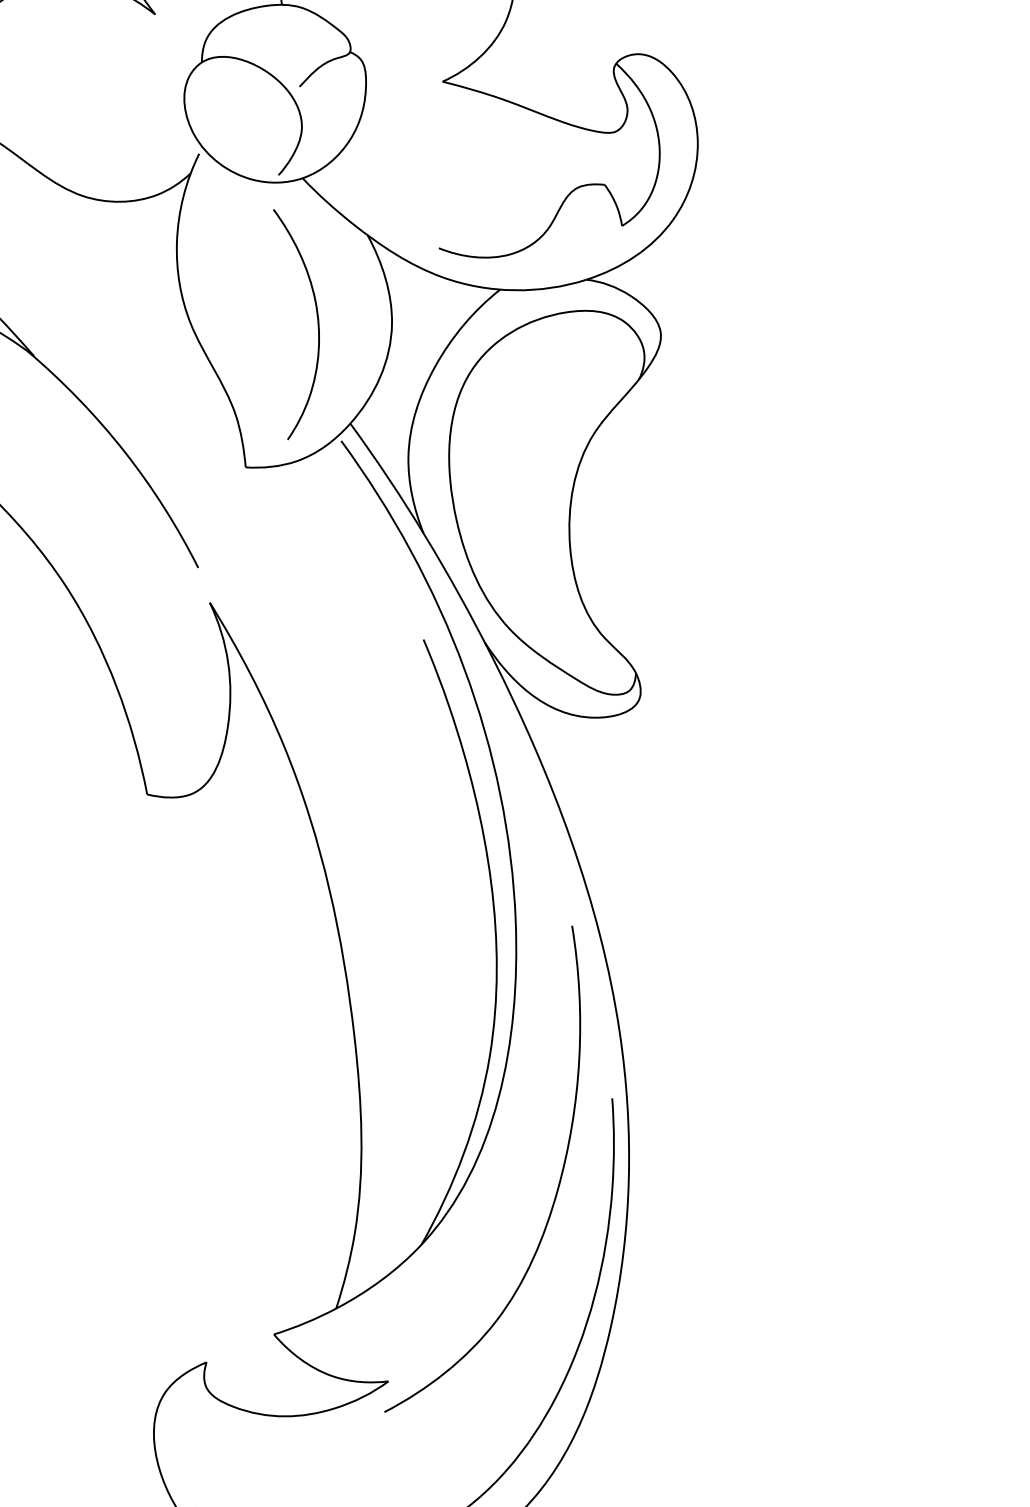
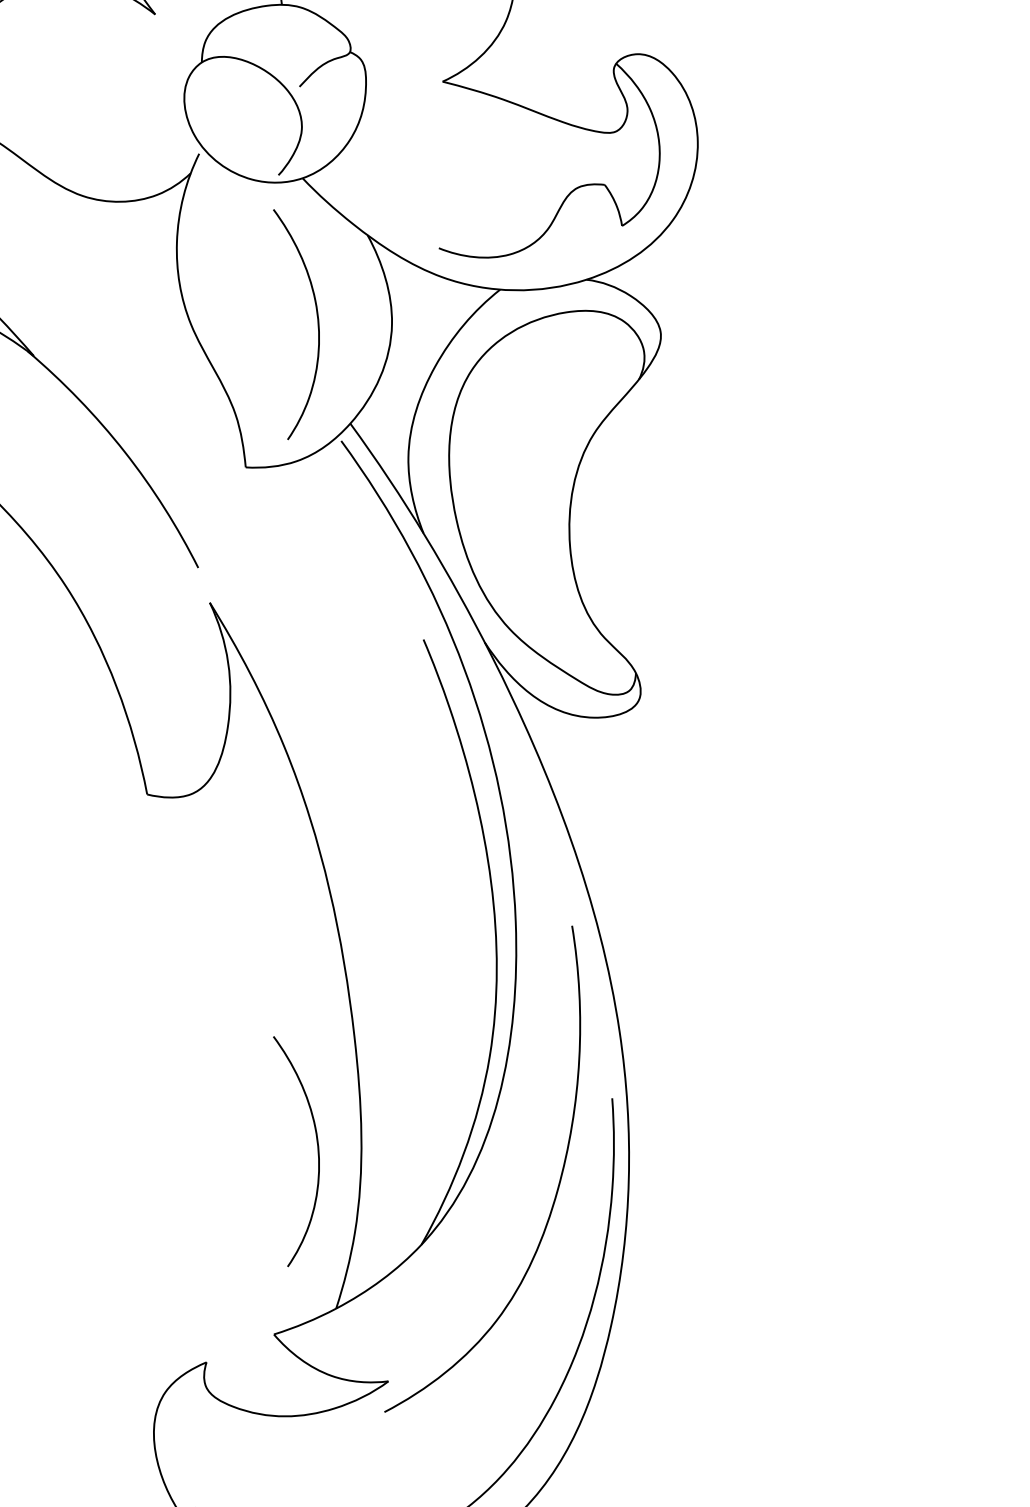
curve at (317, 1151): none -> present
